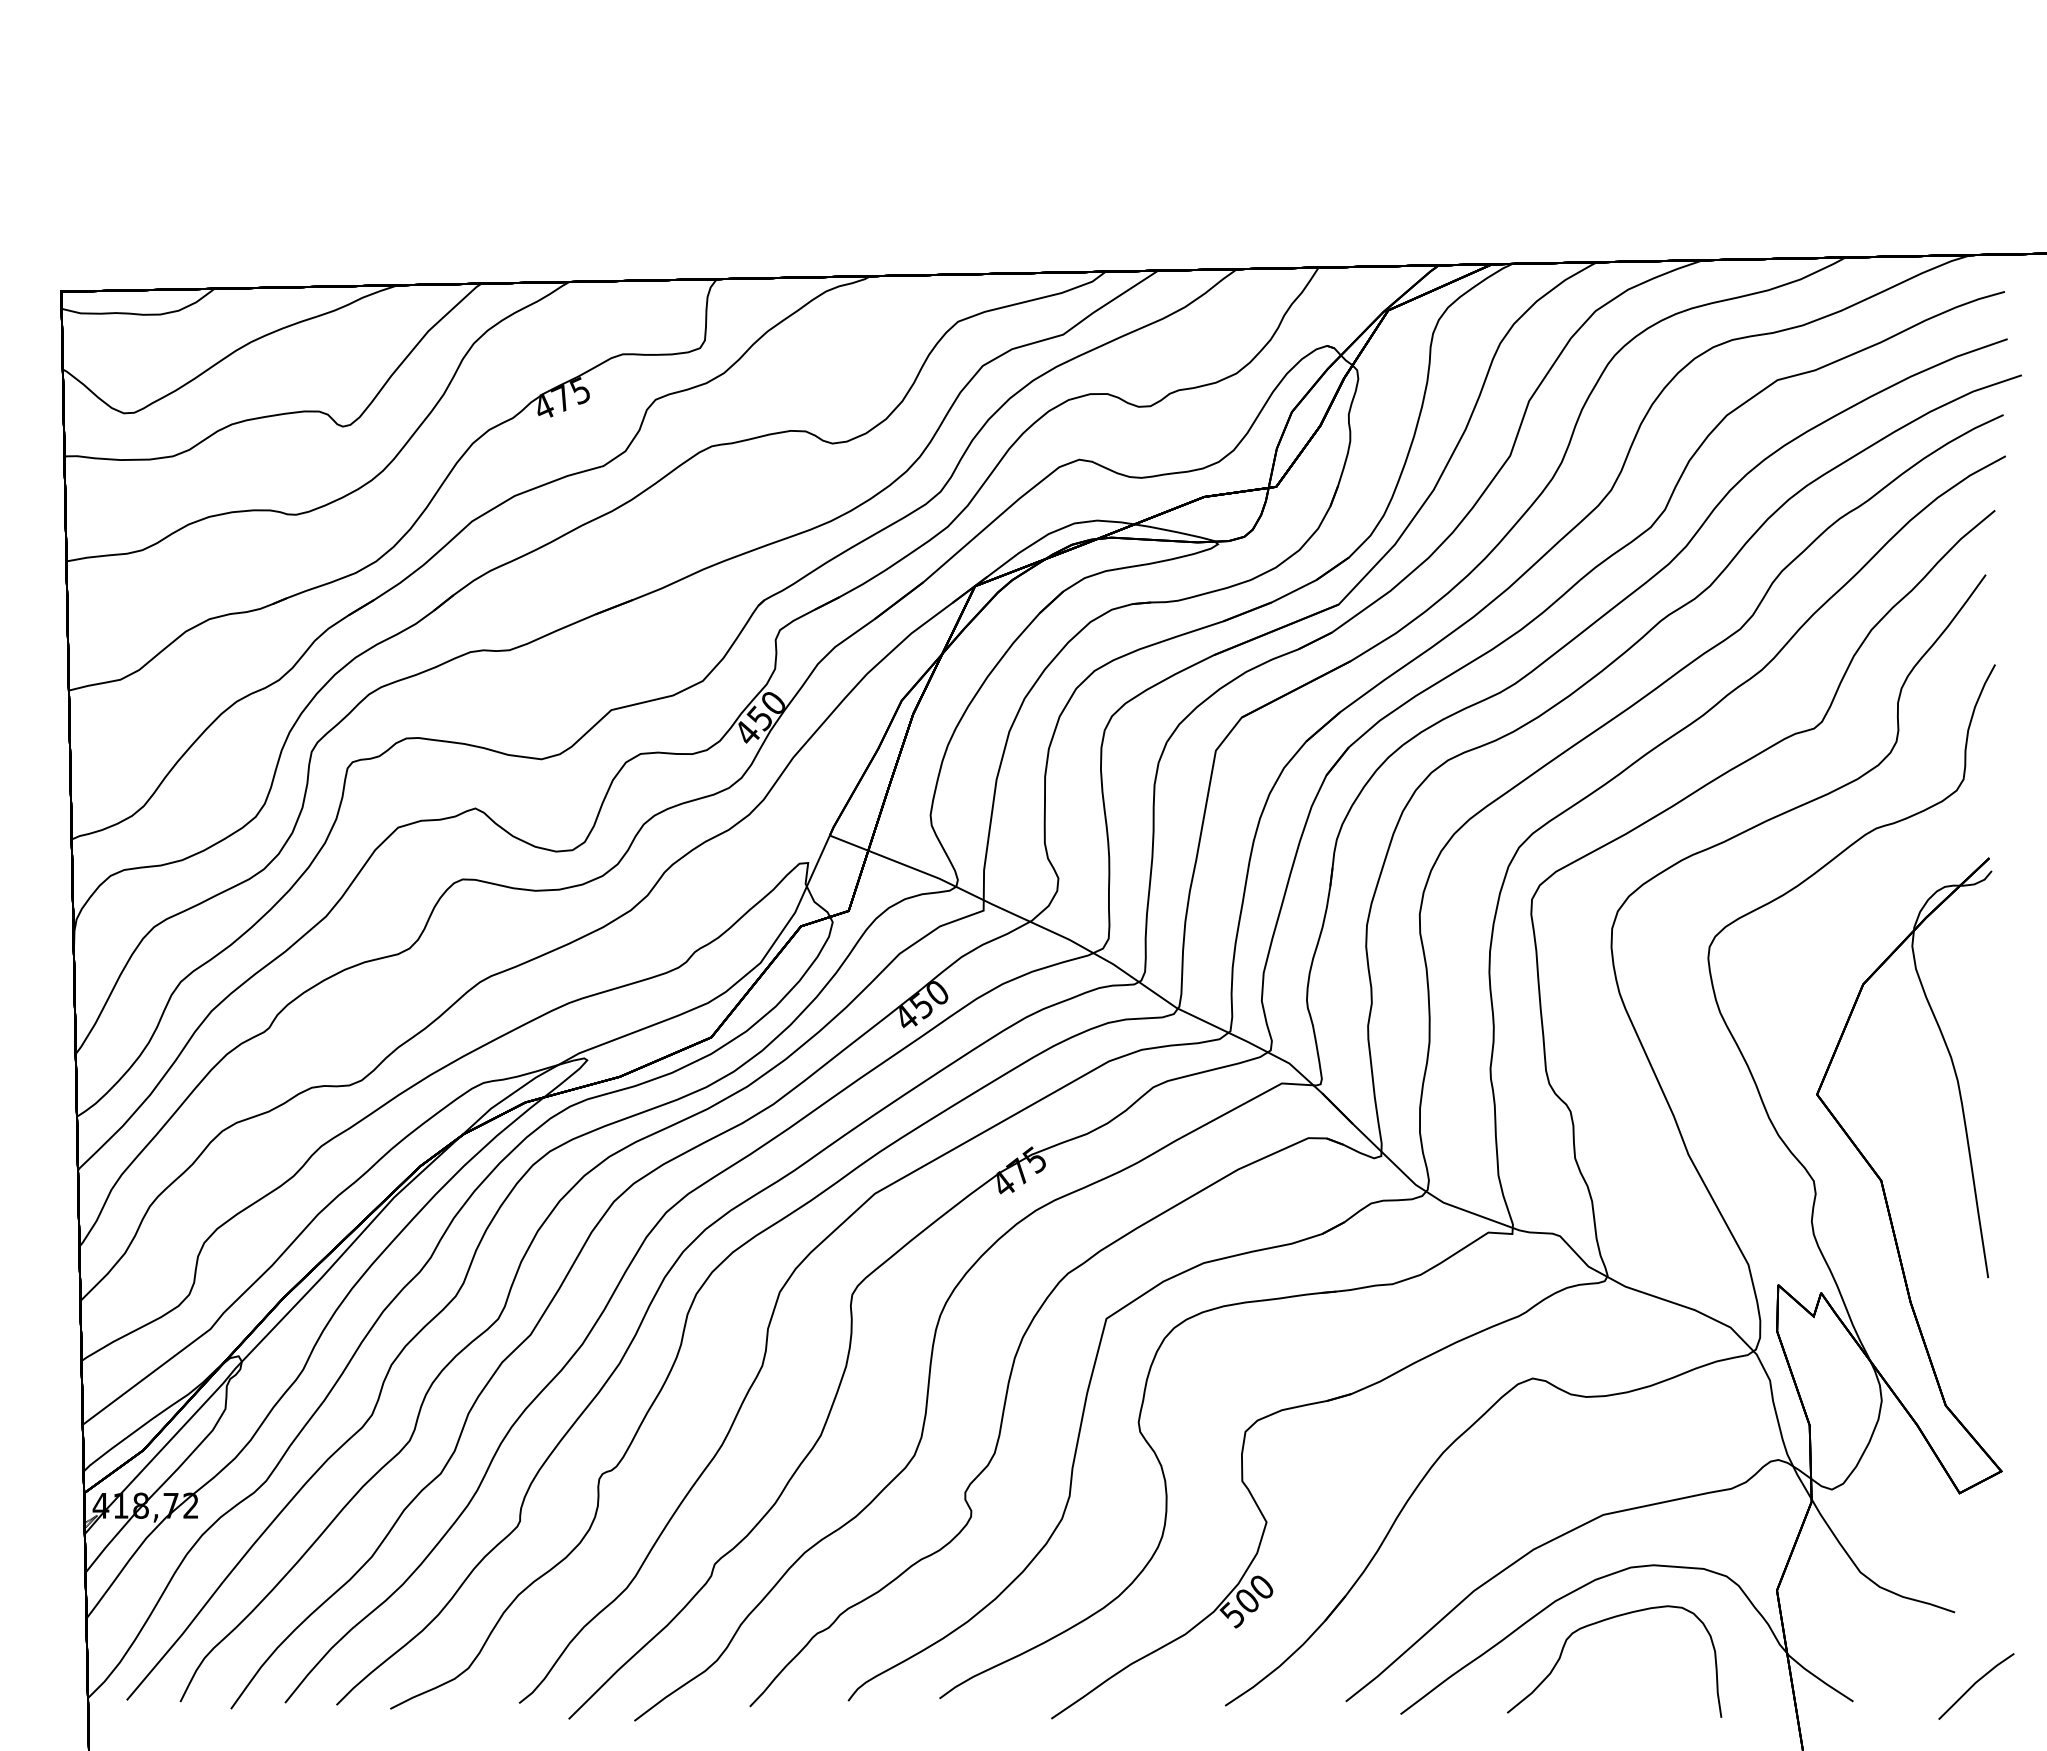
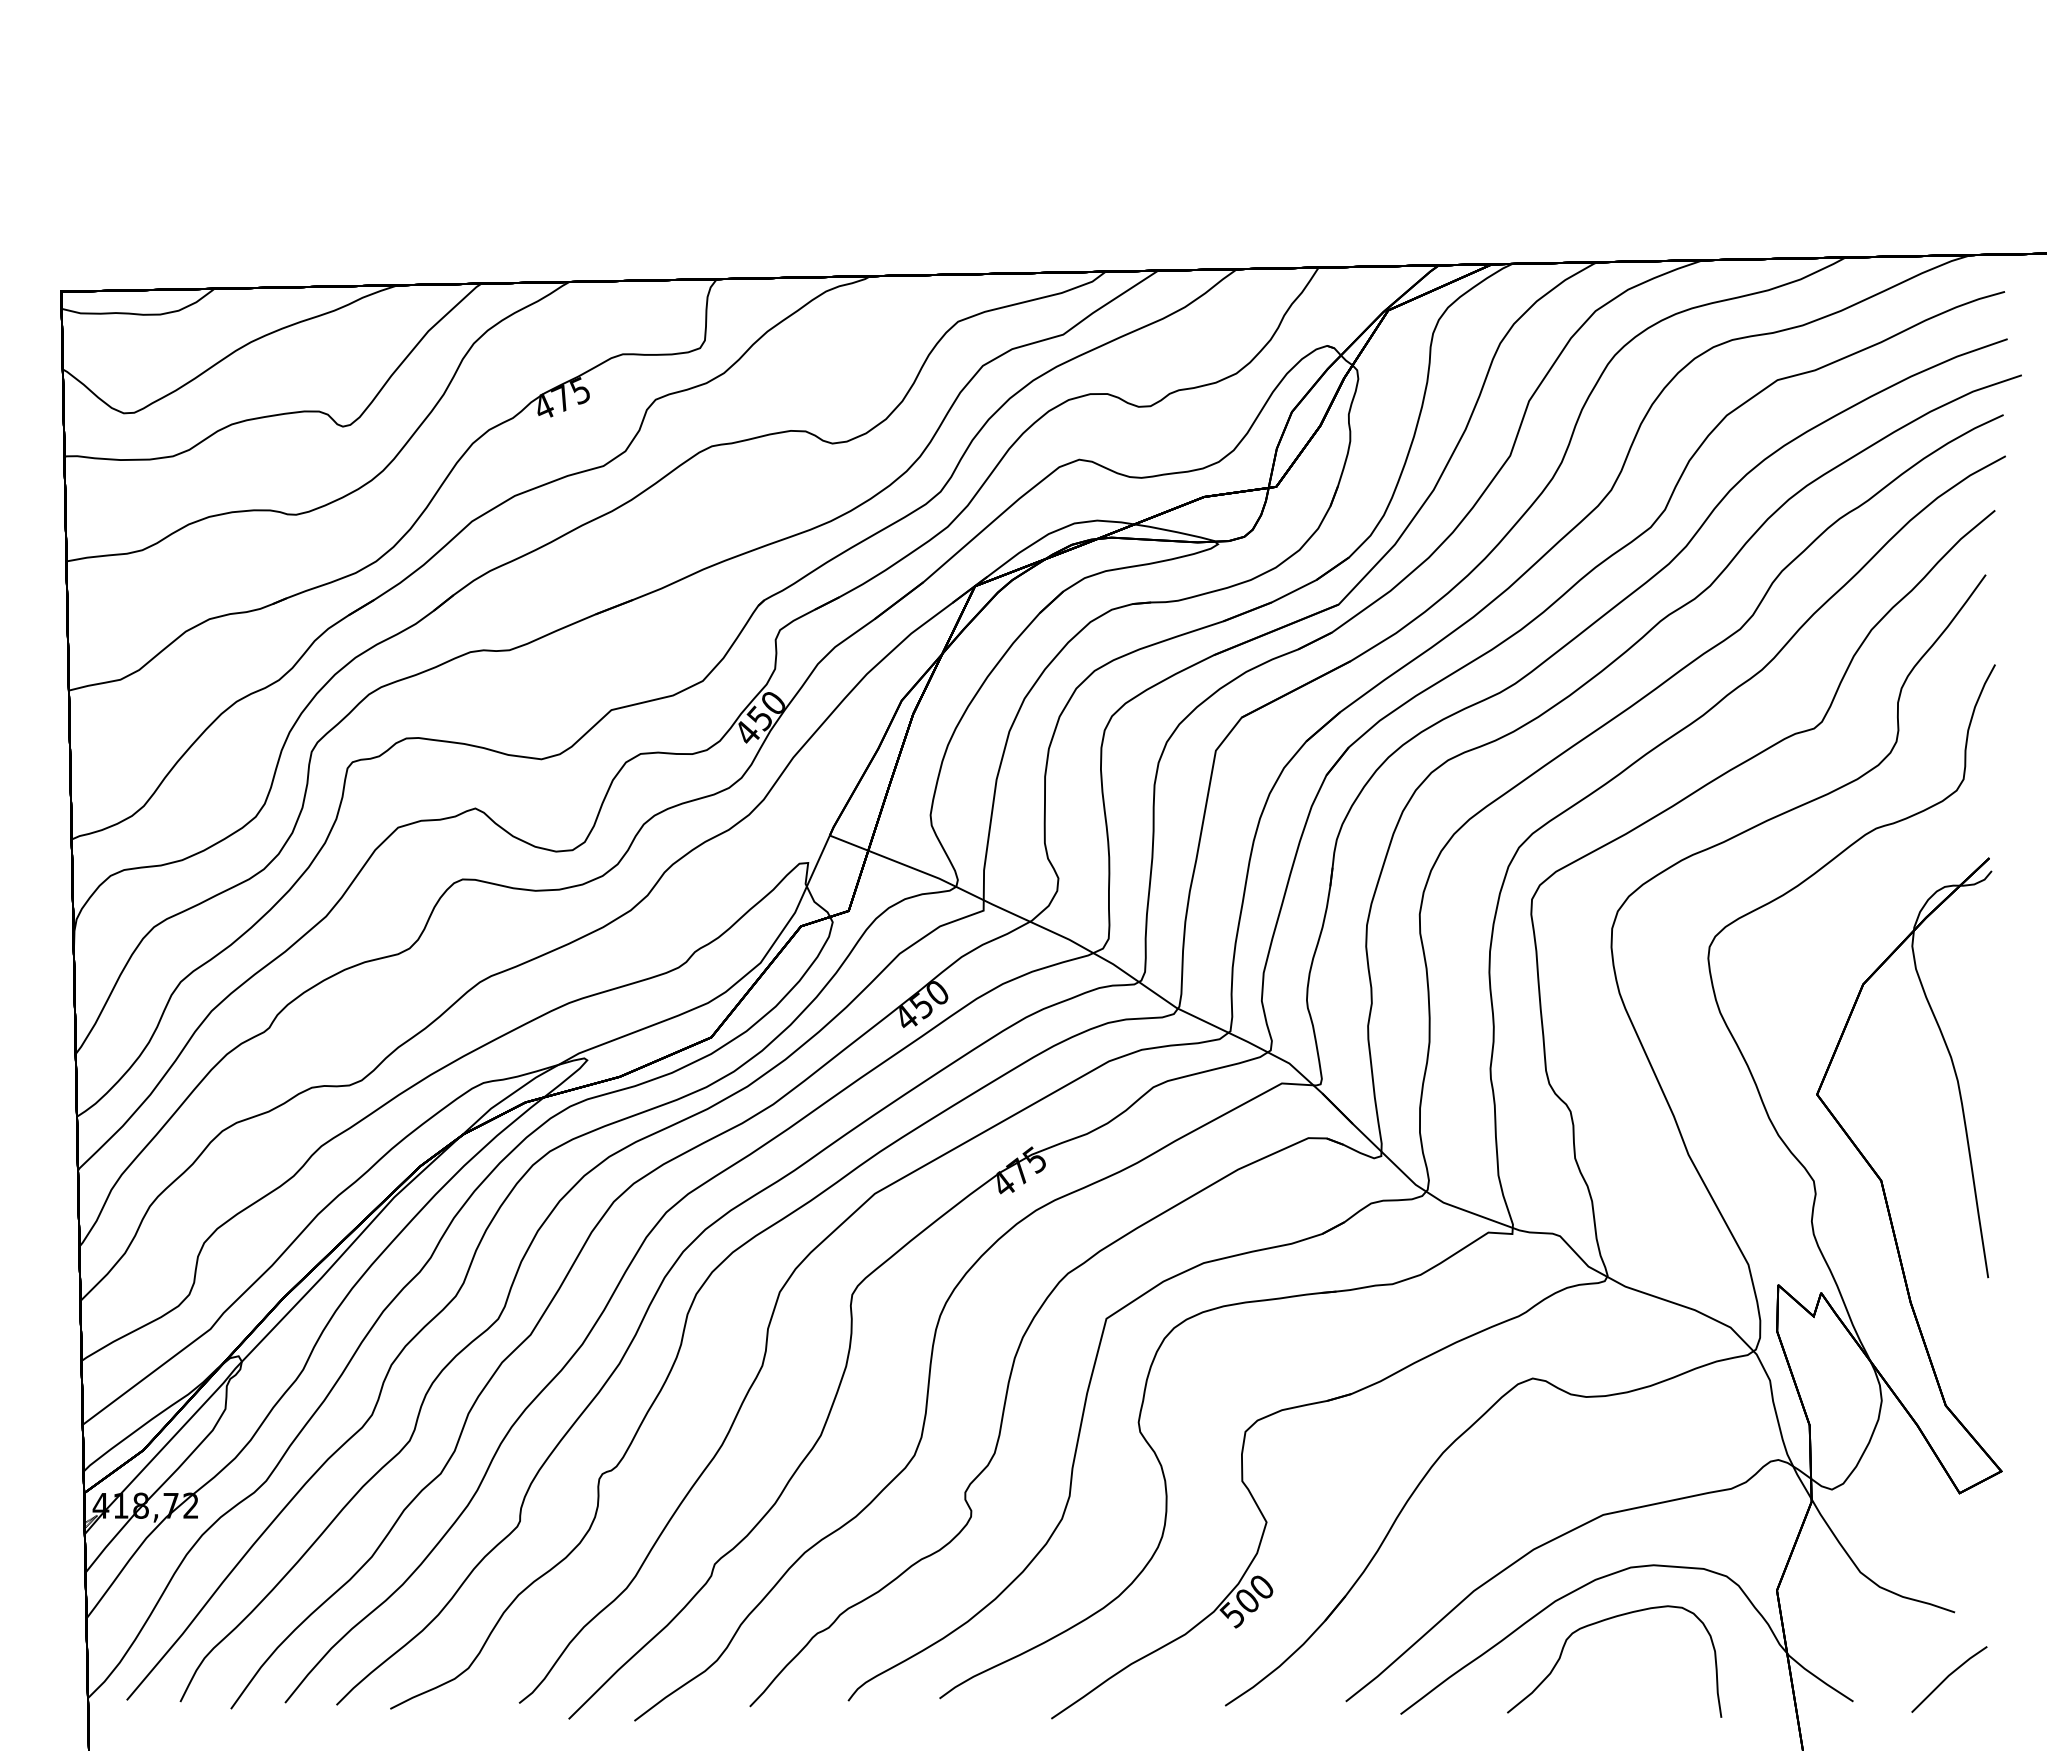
line at (1975, 1684) position: (1975, 1684) -> (1948, 1677)
